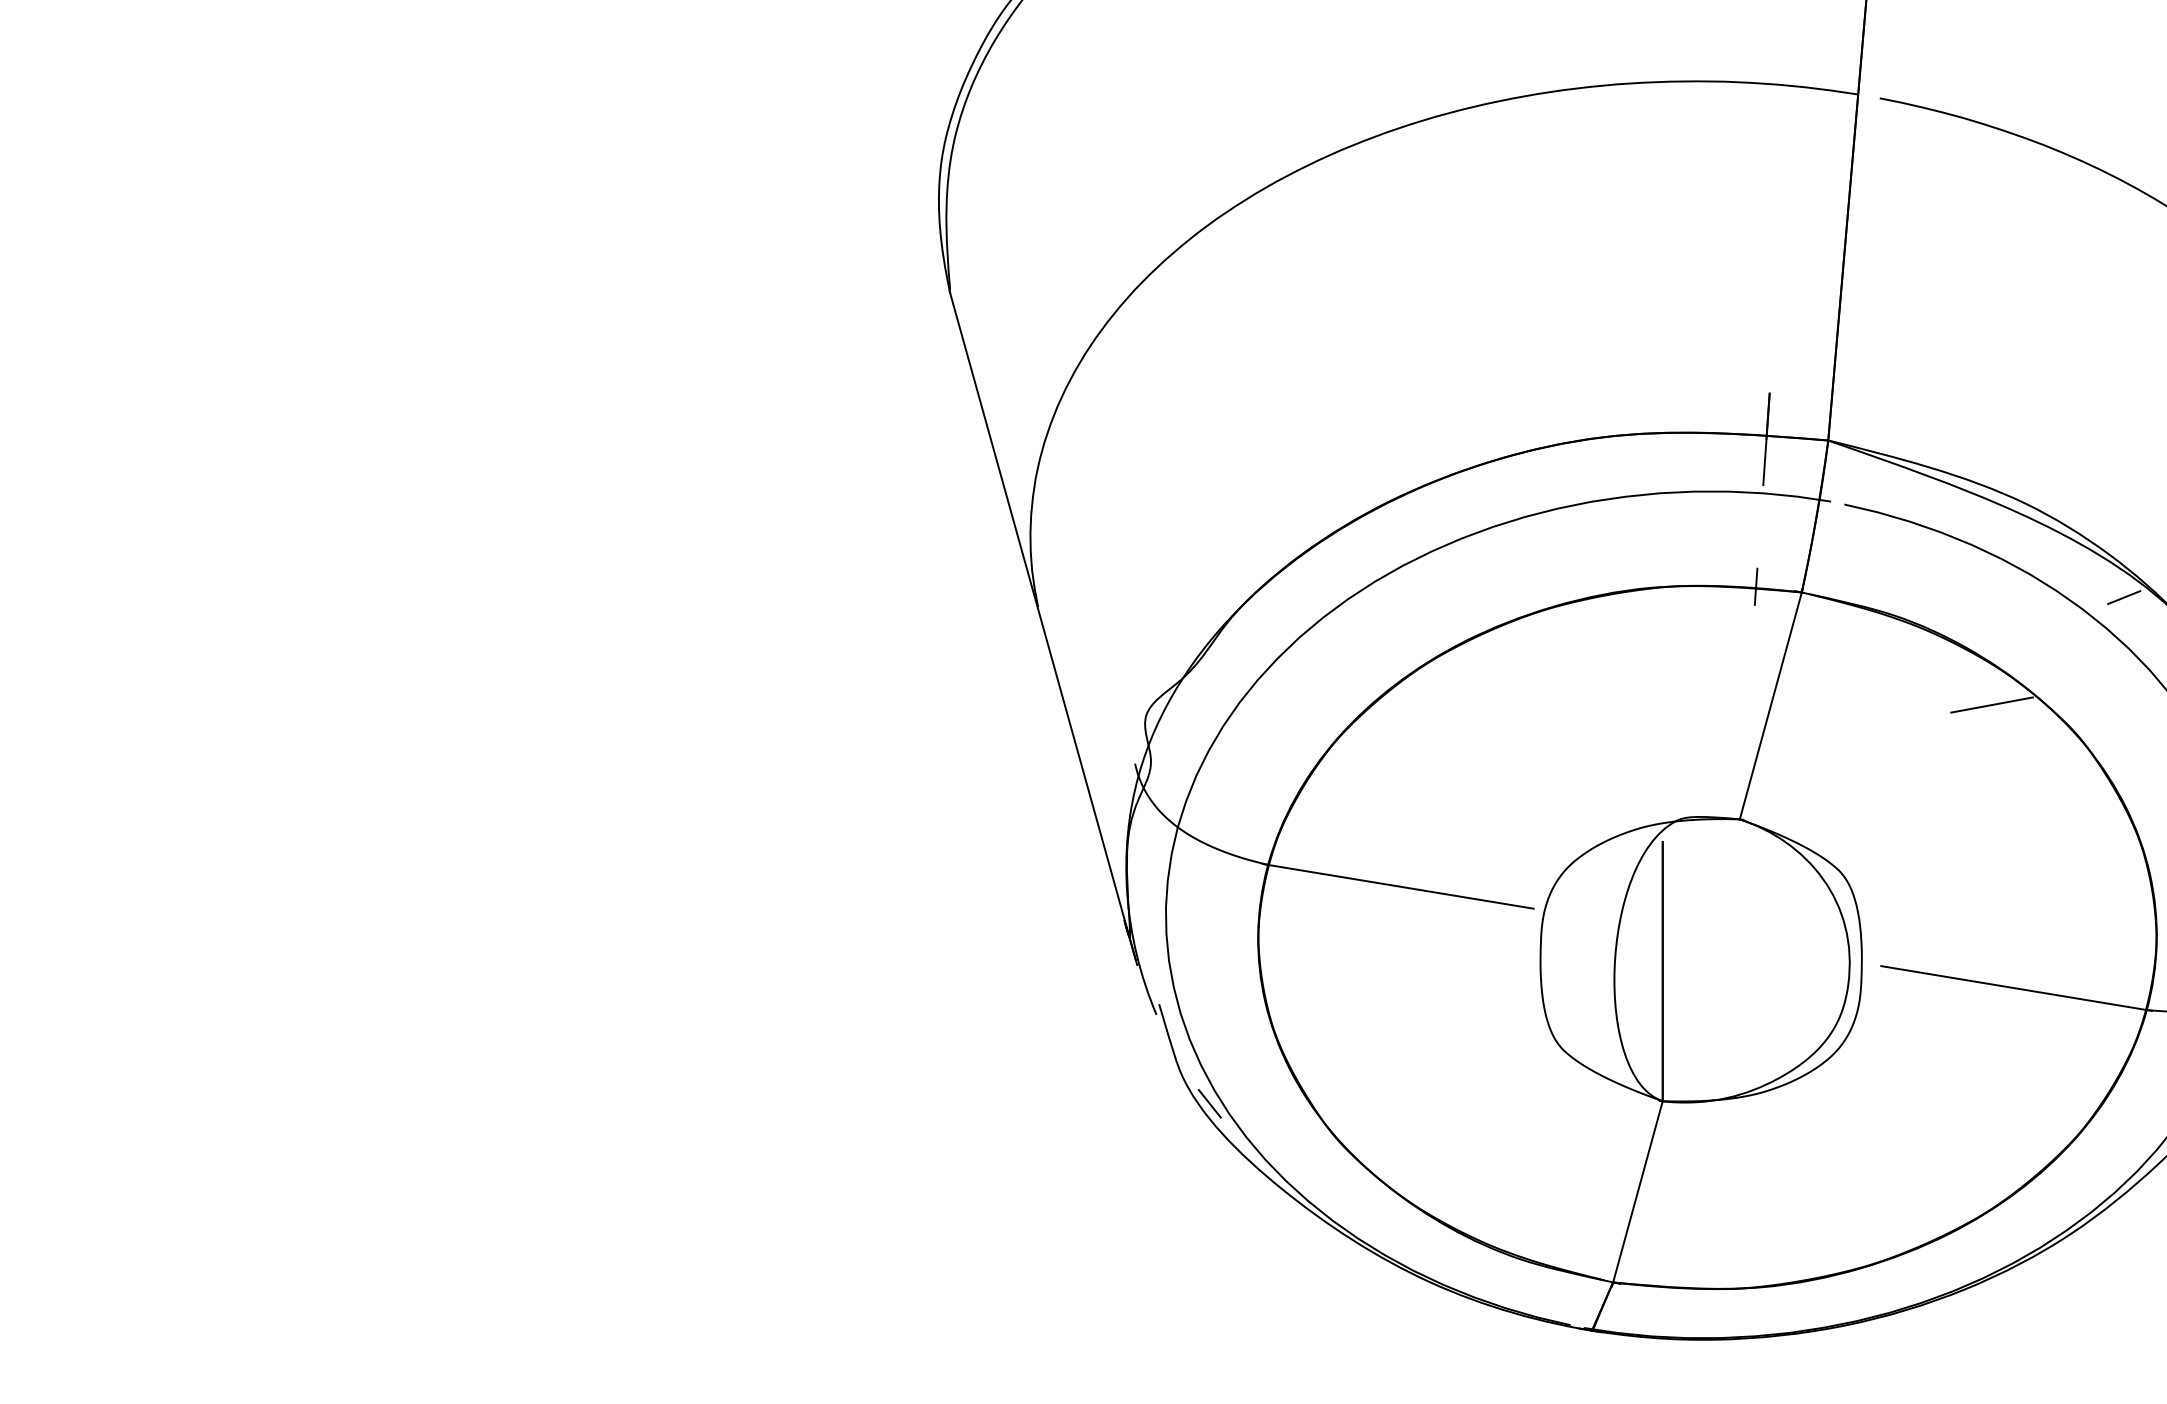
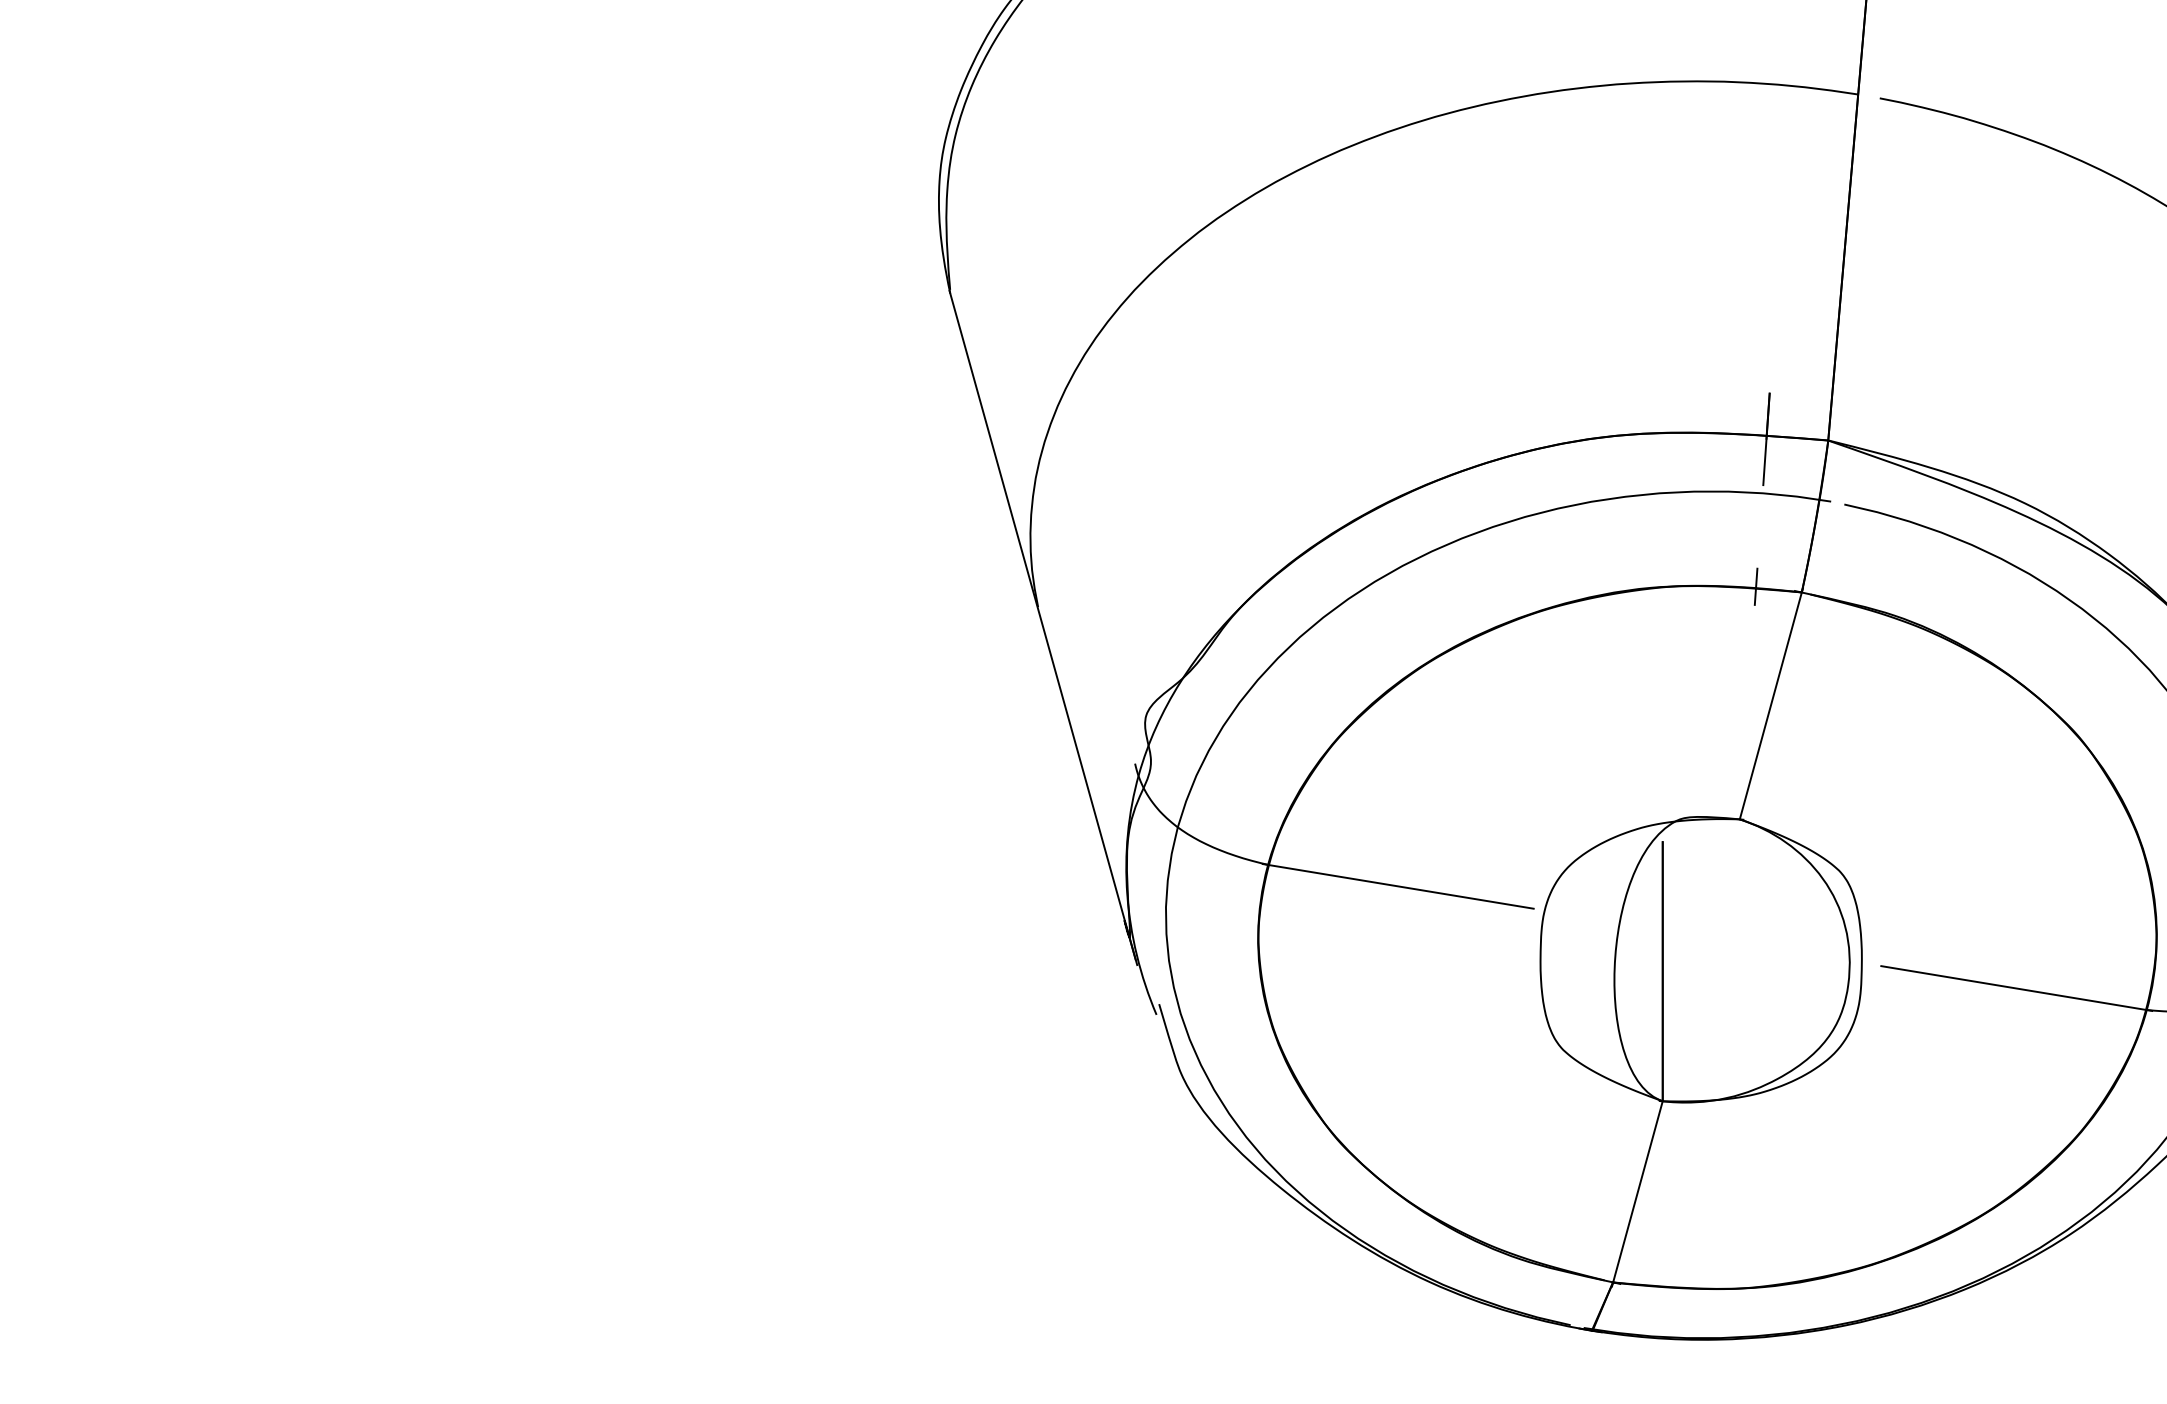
line at (2124, 597): present -> none
line at (1991, 704): present -> none
line at (1209, 1103): present -> none
